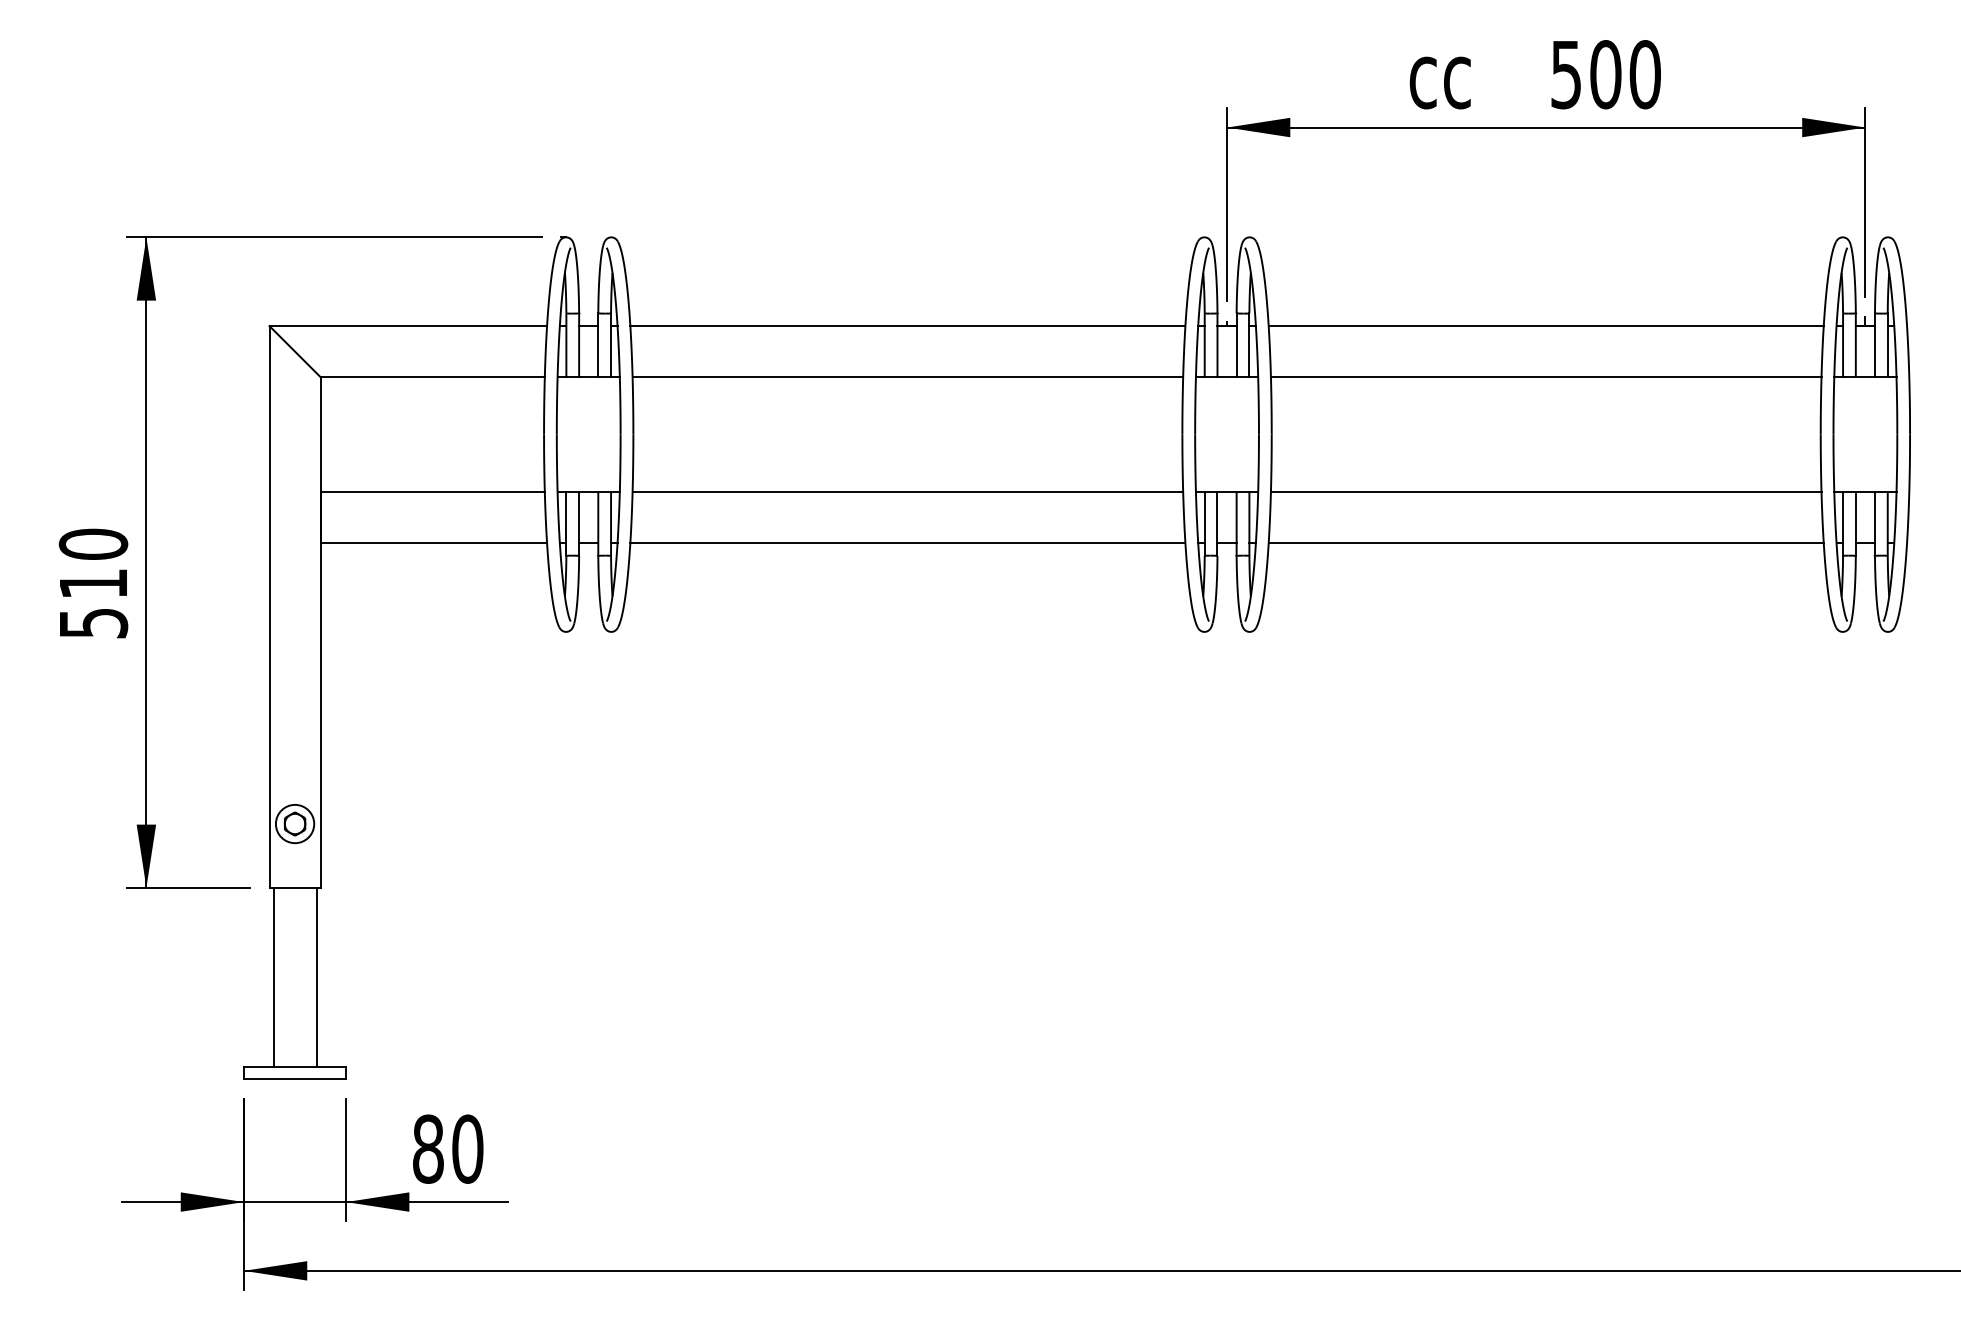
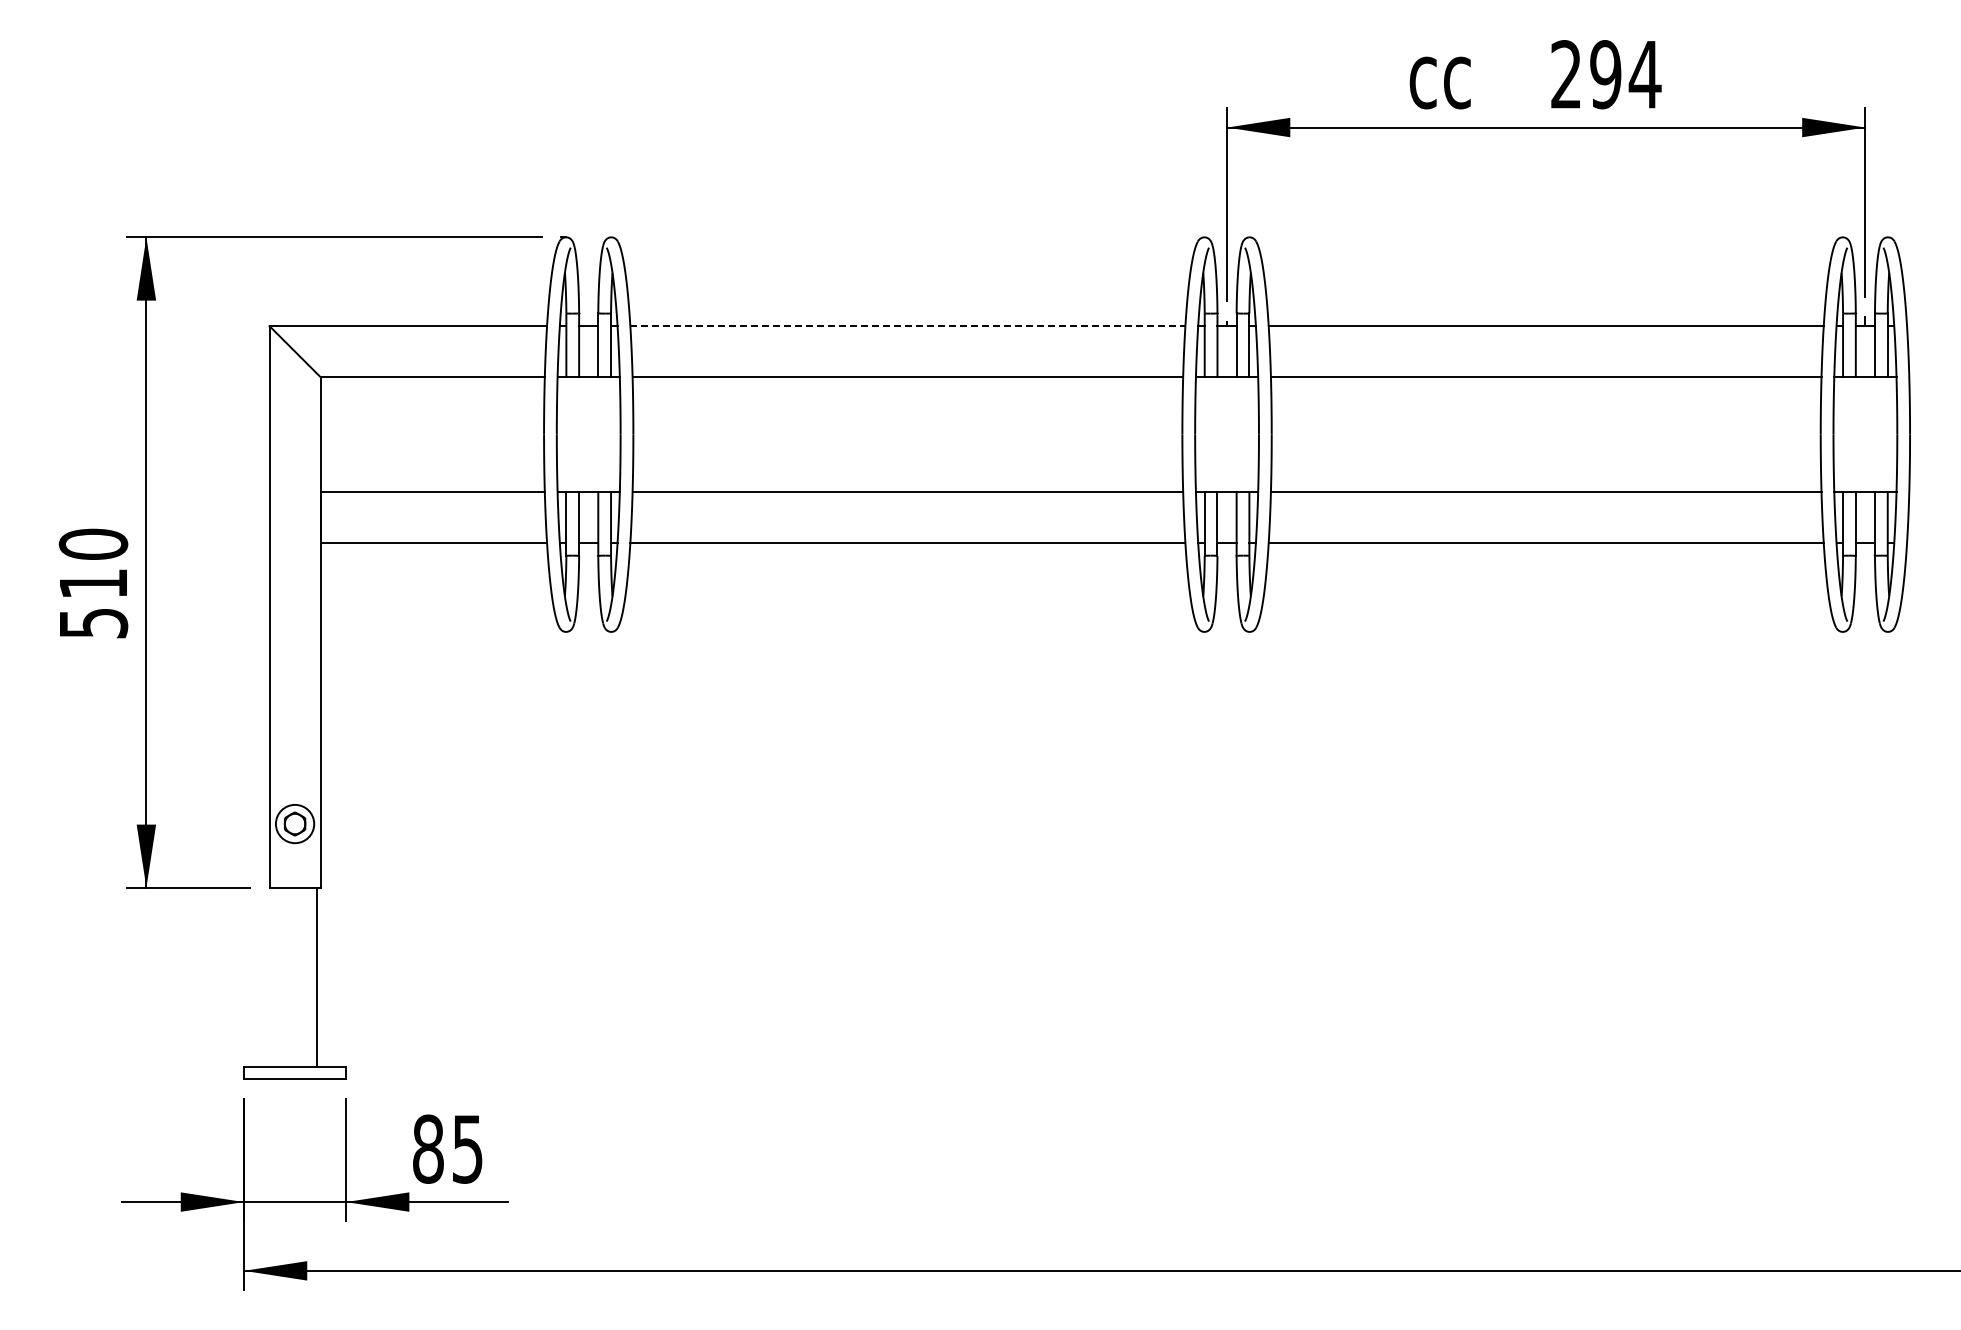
text at (1606, 74): 500 -> 294
line at (907, 326): solid -> dashed
line at (273, 976): present -> none
text at (467, 1148): 80 -> 85
